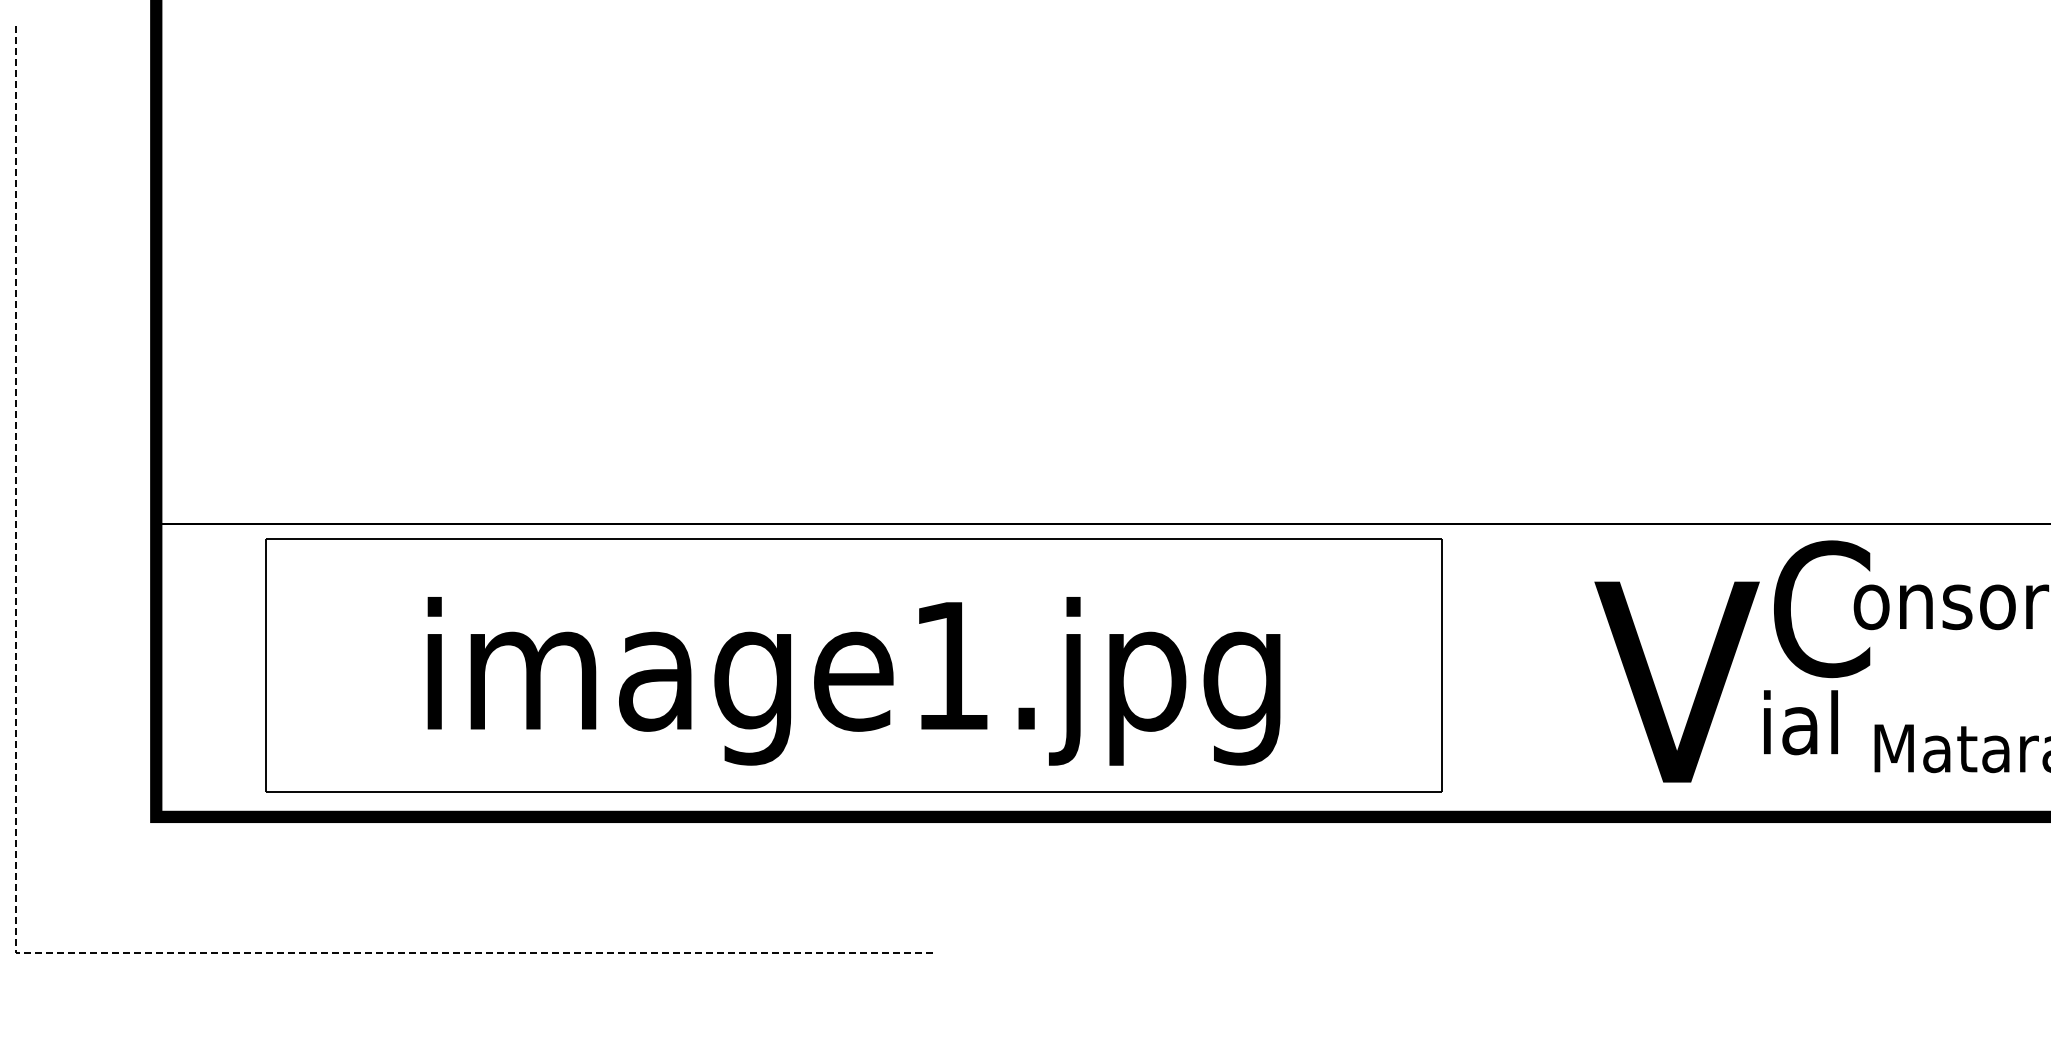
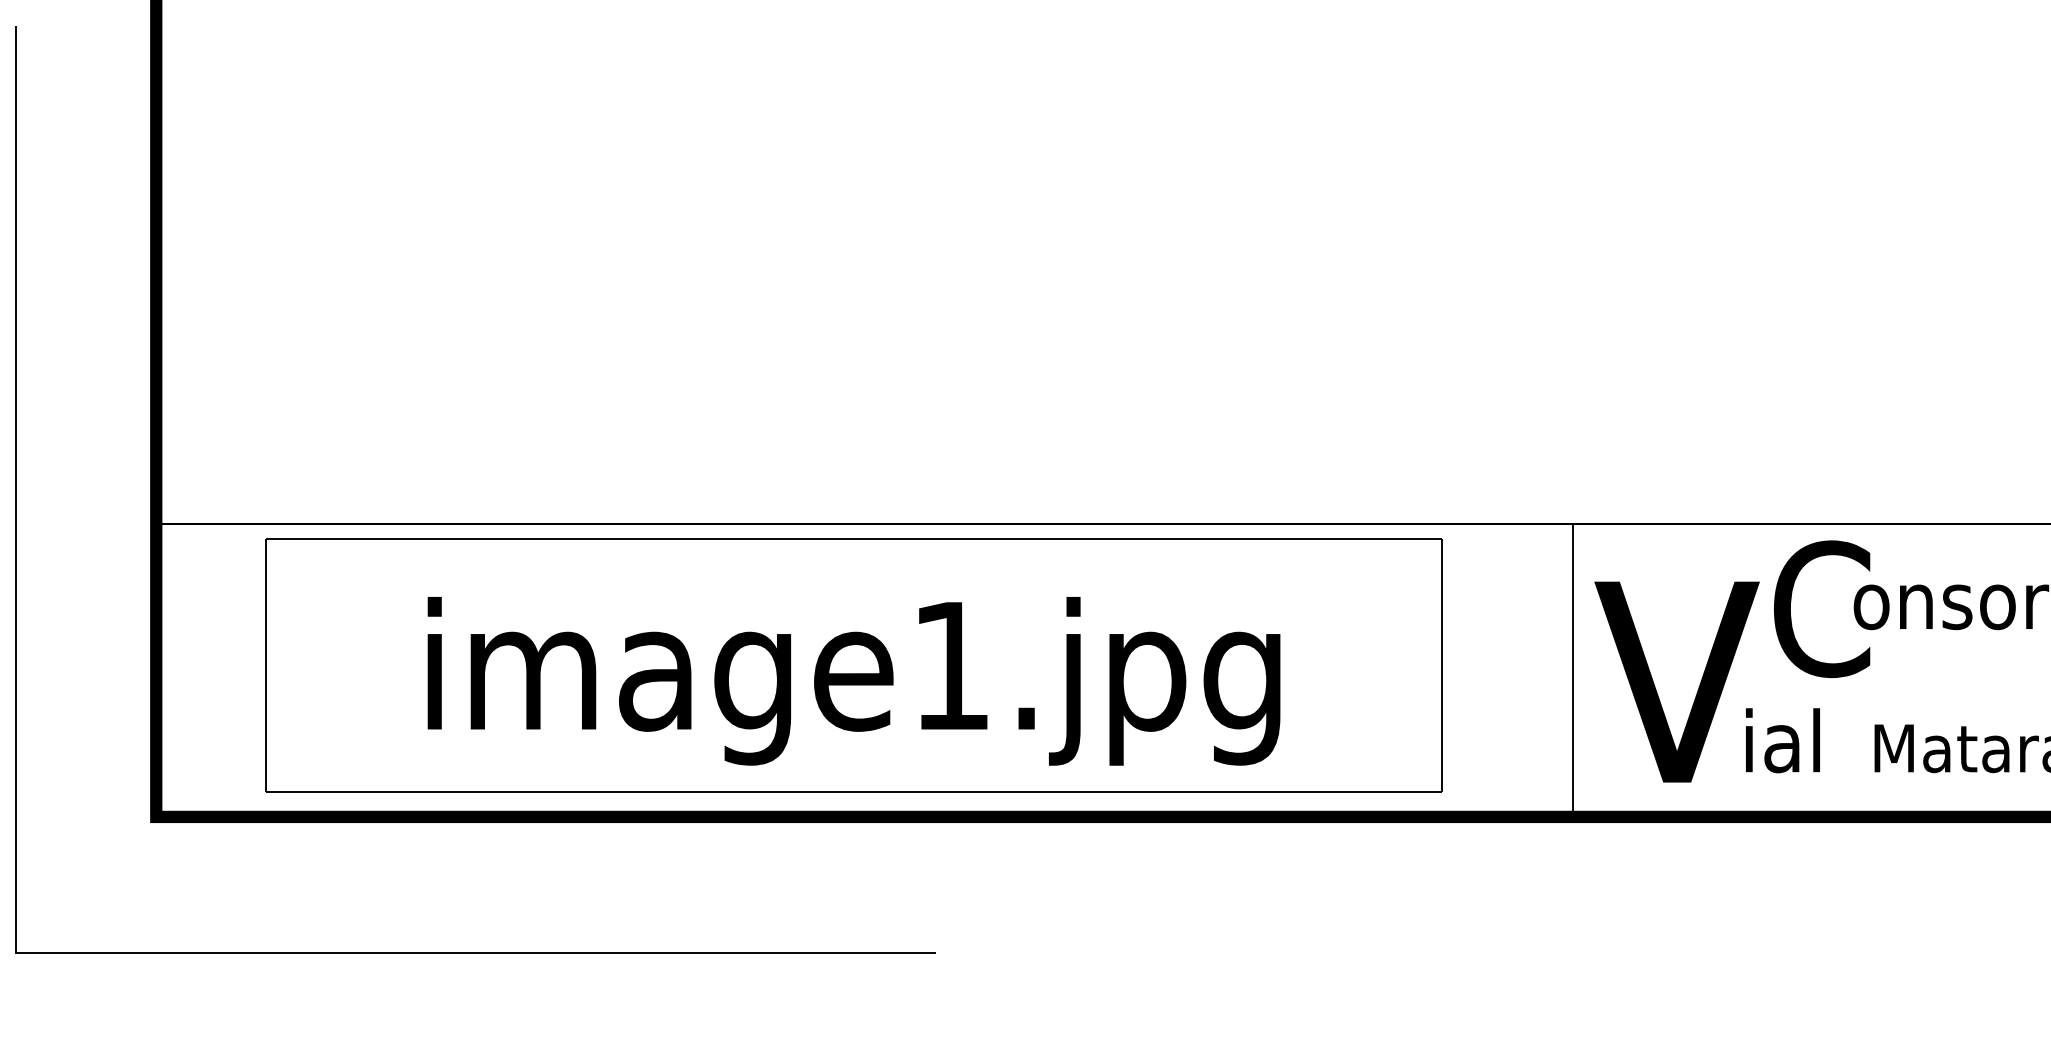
line at (1572, 669): none -> present
text at (1800, 722) position: (1800, 722) -> (1782, 740)
line at (15, 951): dashed -> solid
